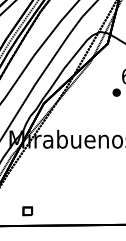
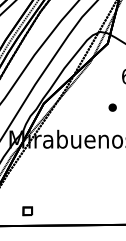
part at (116, 92) position: (116, 92) -> (112, 107)
